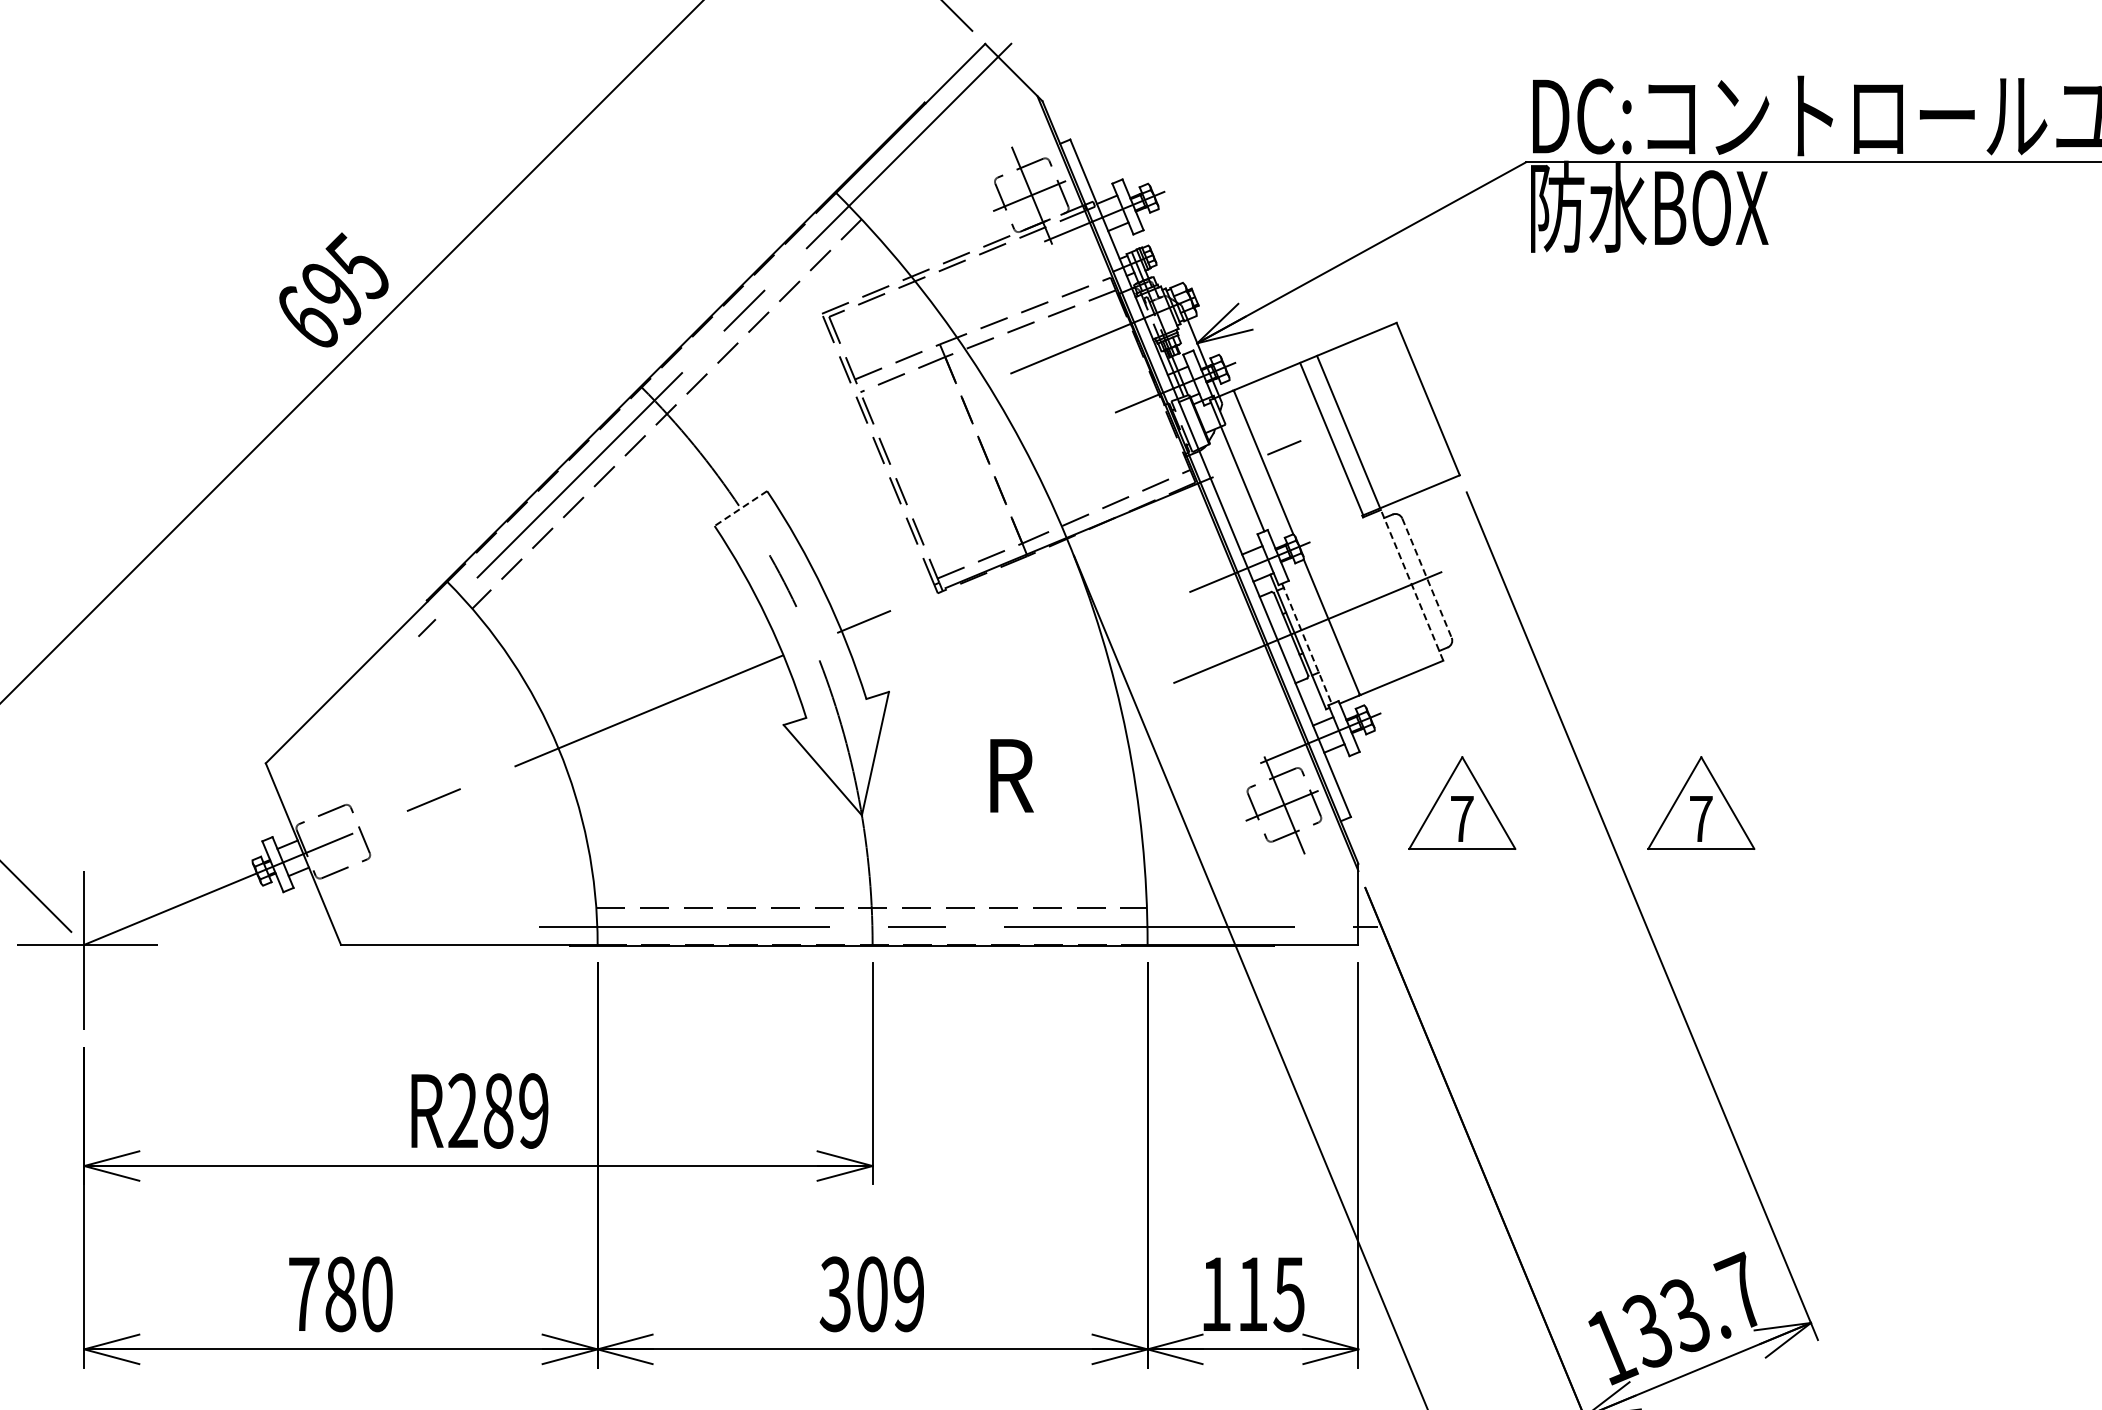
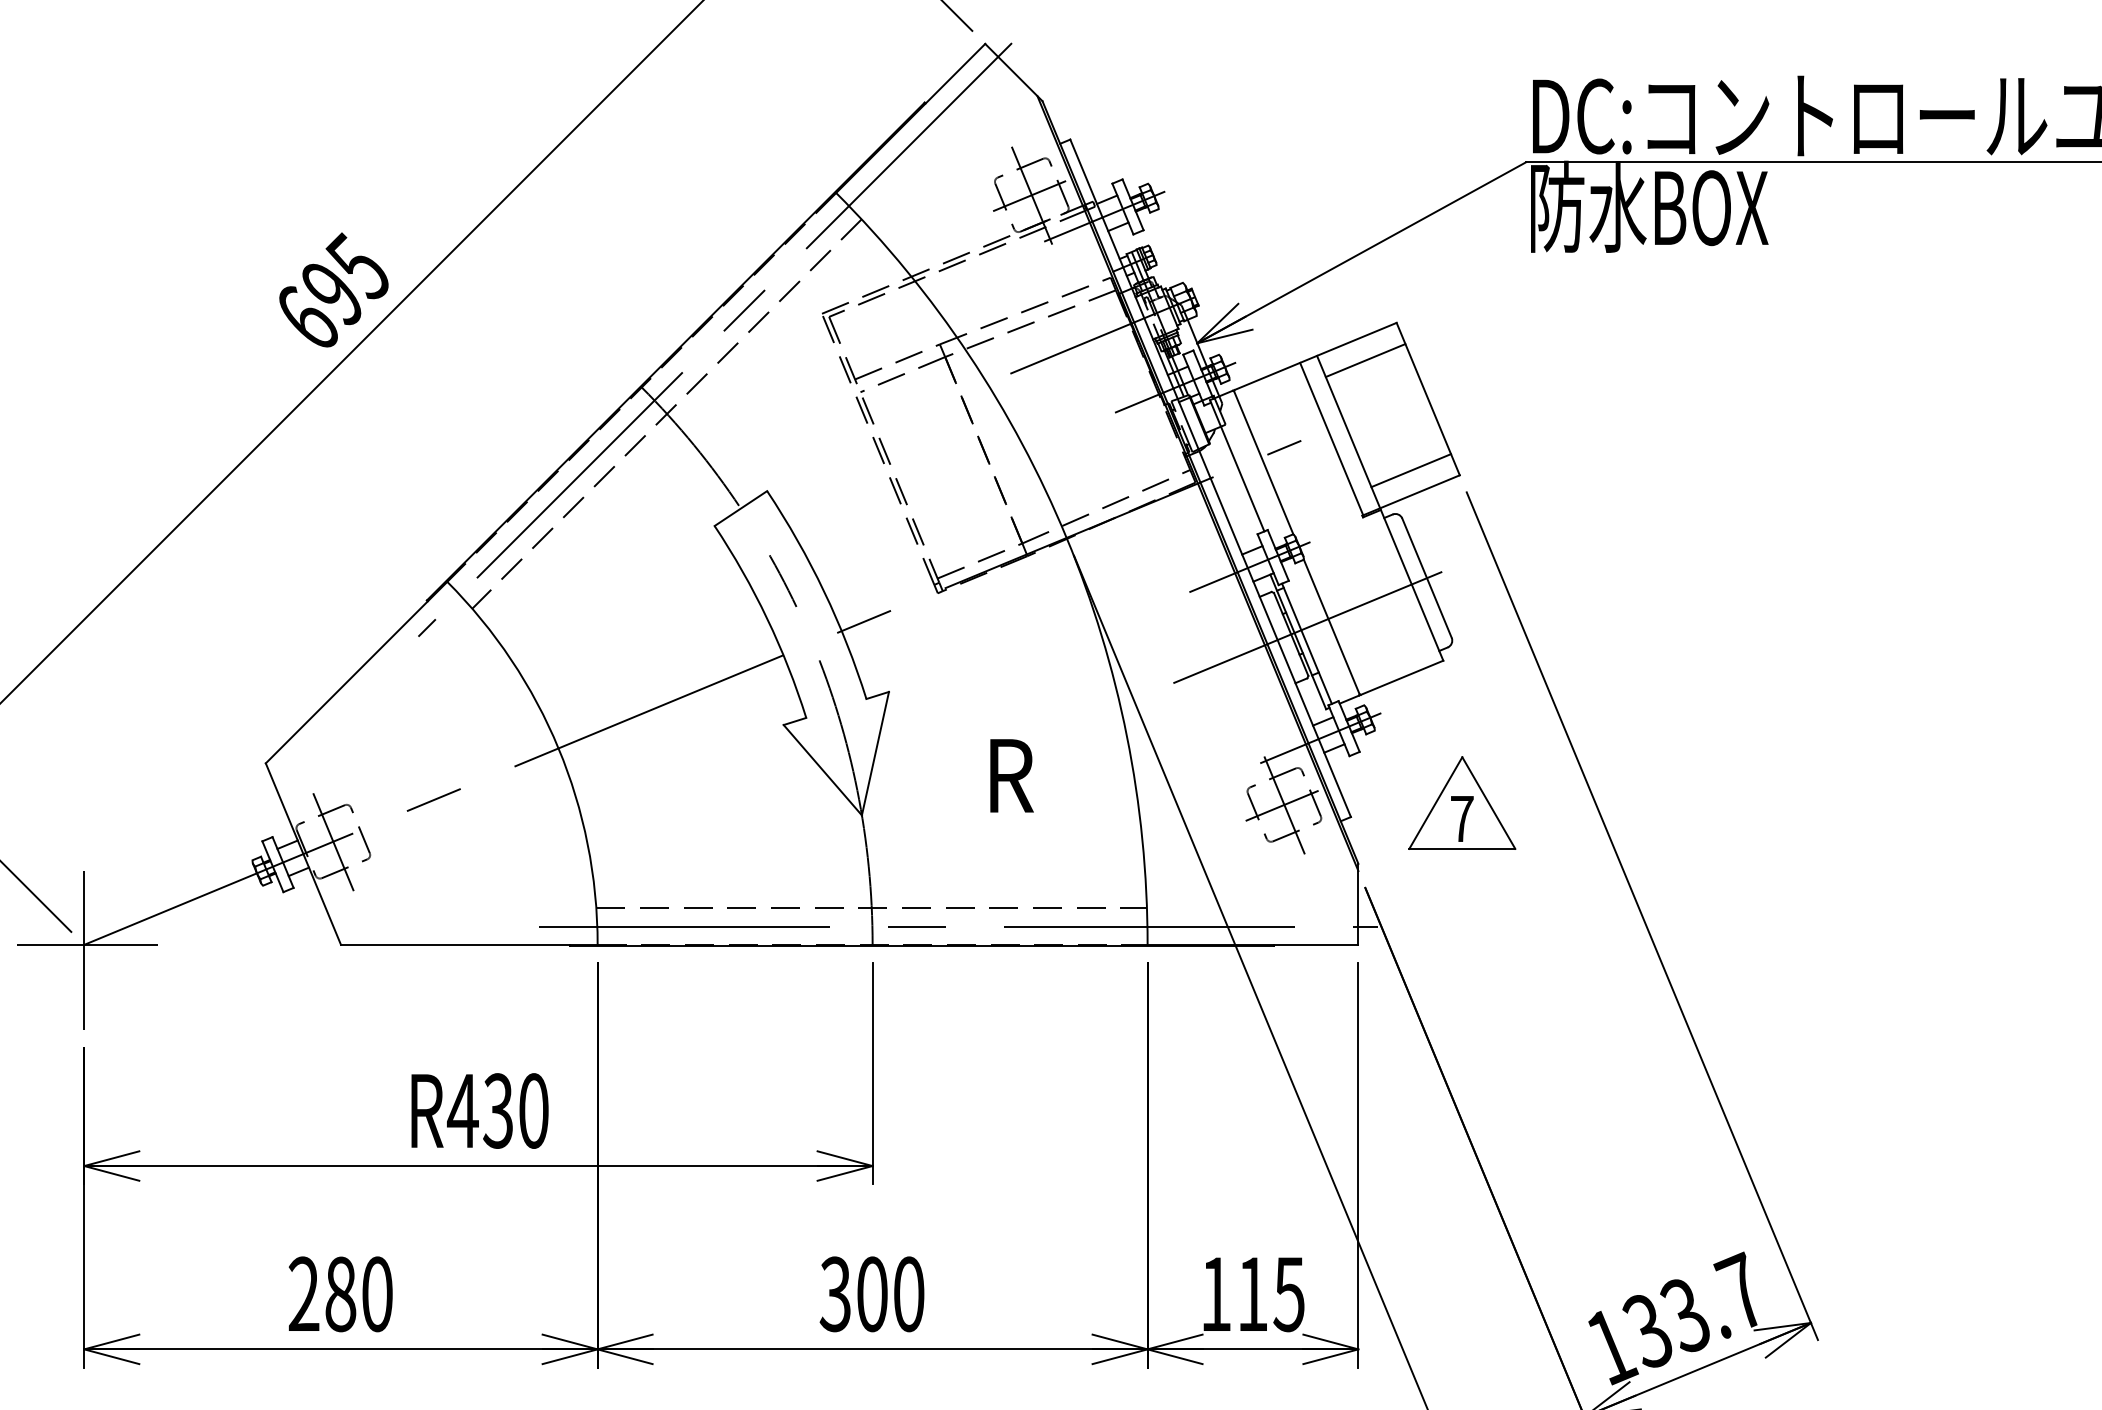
line at (1365, 360): none -> present
line at (1411, 470): none -> present
line at (740, 508): dashed -> solid
line at (1427, 578): dashed -> solid
line at (1412, 585): dashed -> solid
line at (1307, 644): dashed -> solid
part at (1701, 802): present -> none
line at (333, 842): none -> present
text at (497, 1110): R289 -> R430
text at (303, 1293): 780 -> 280
text at (908, 1294): 309 -> 300
